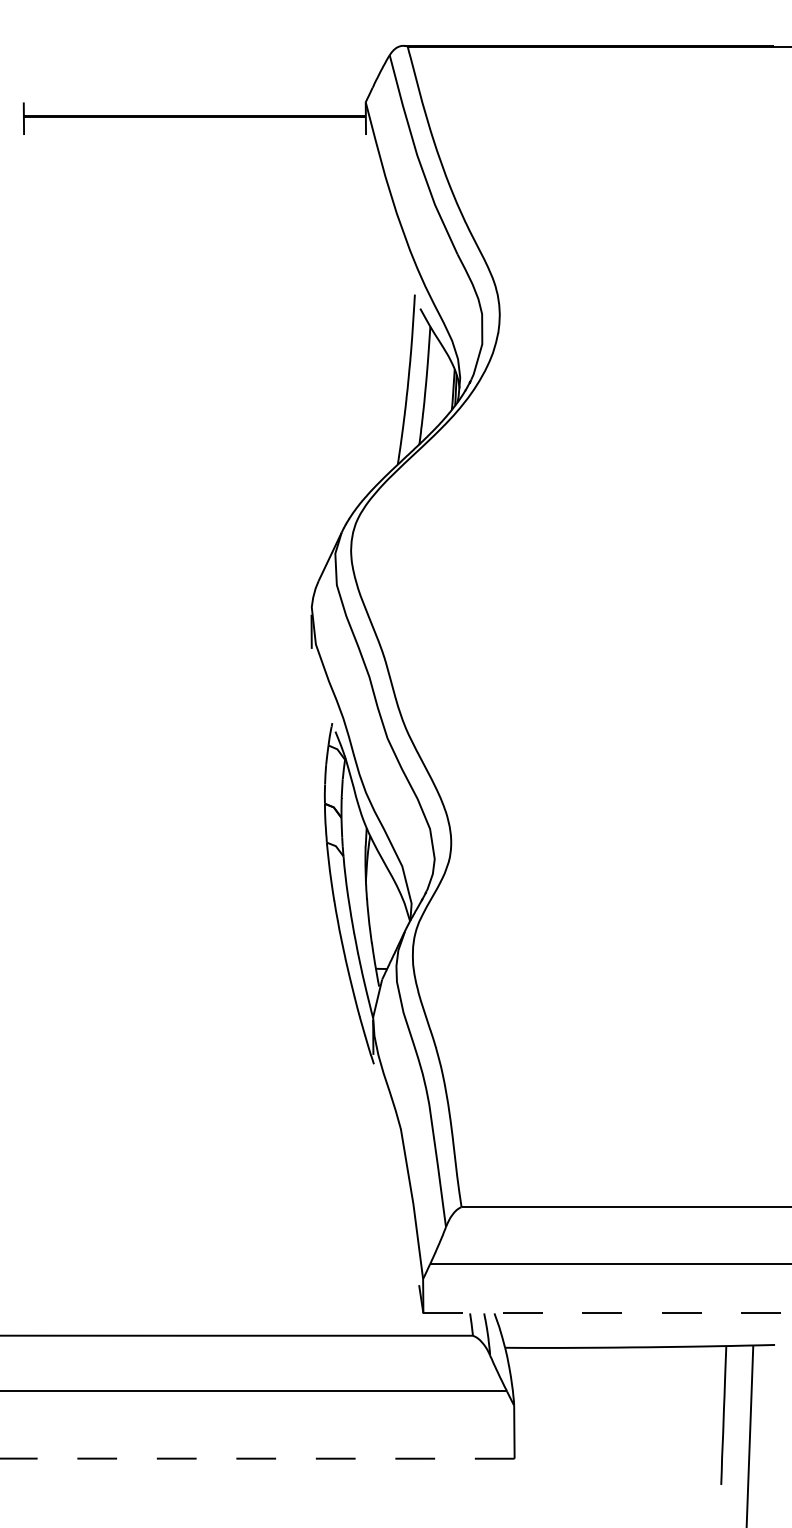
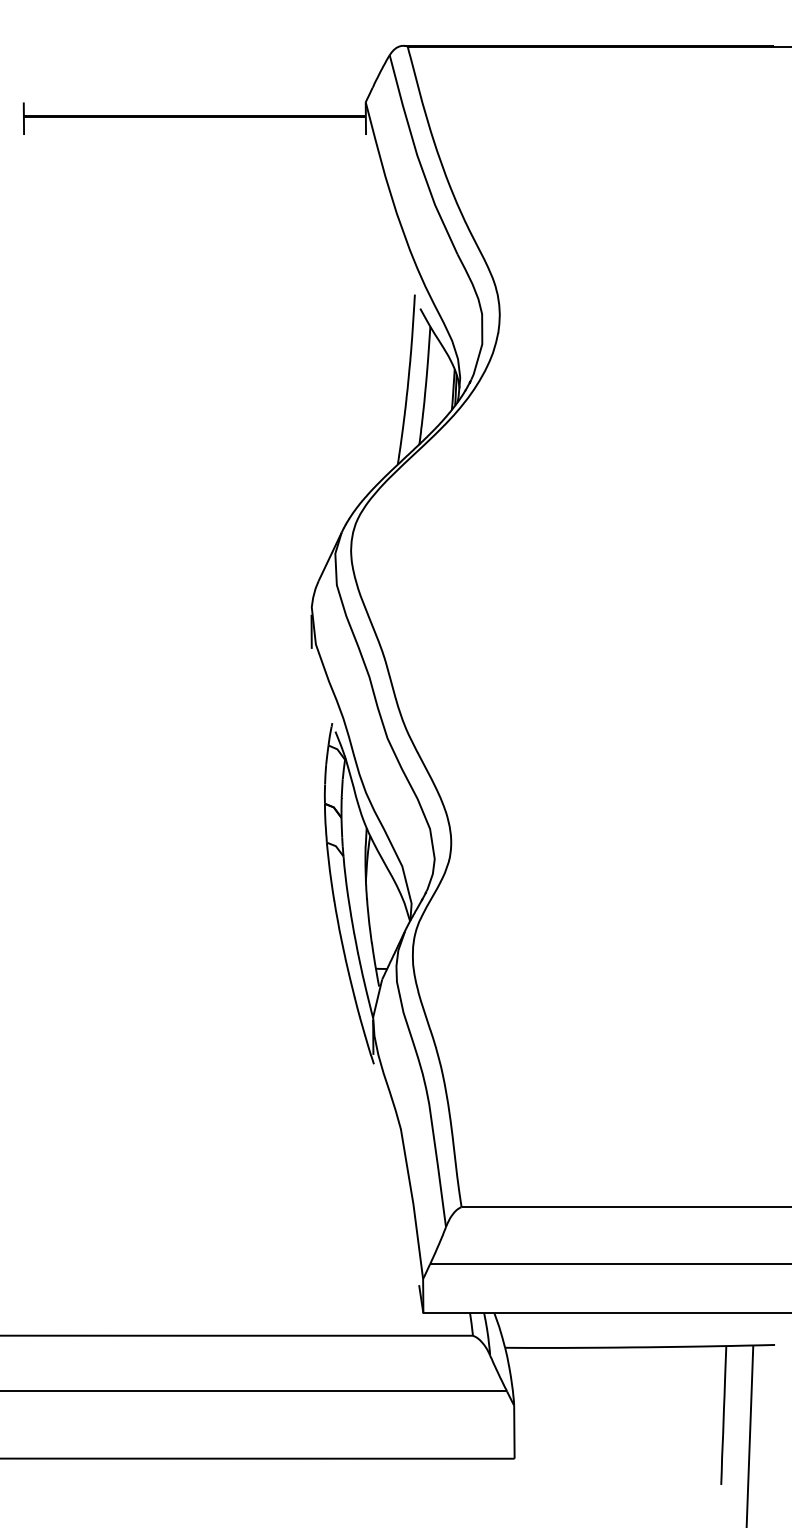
line at (607, 1313): dashed -> solid
line at (256, 1458): dashed -> solid
